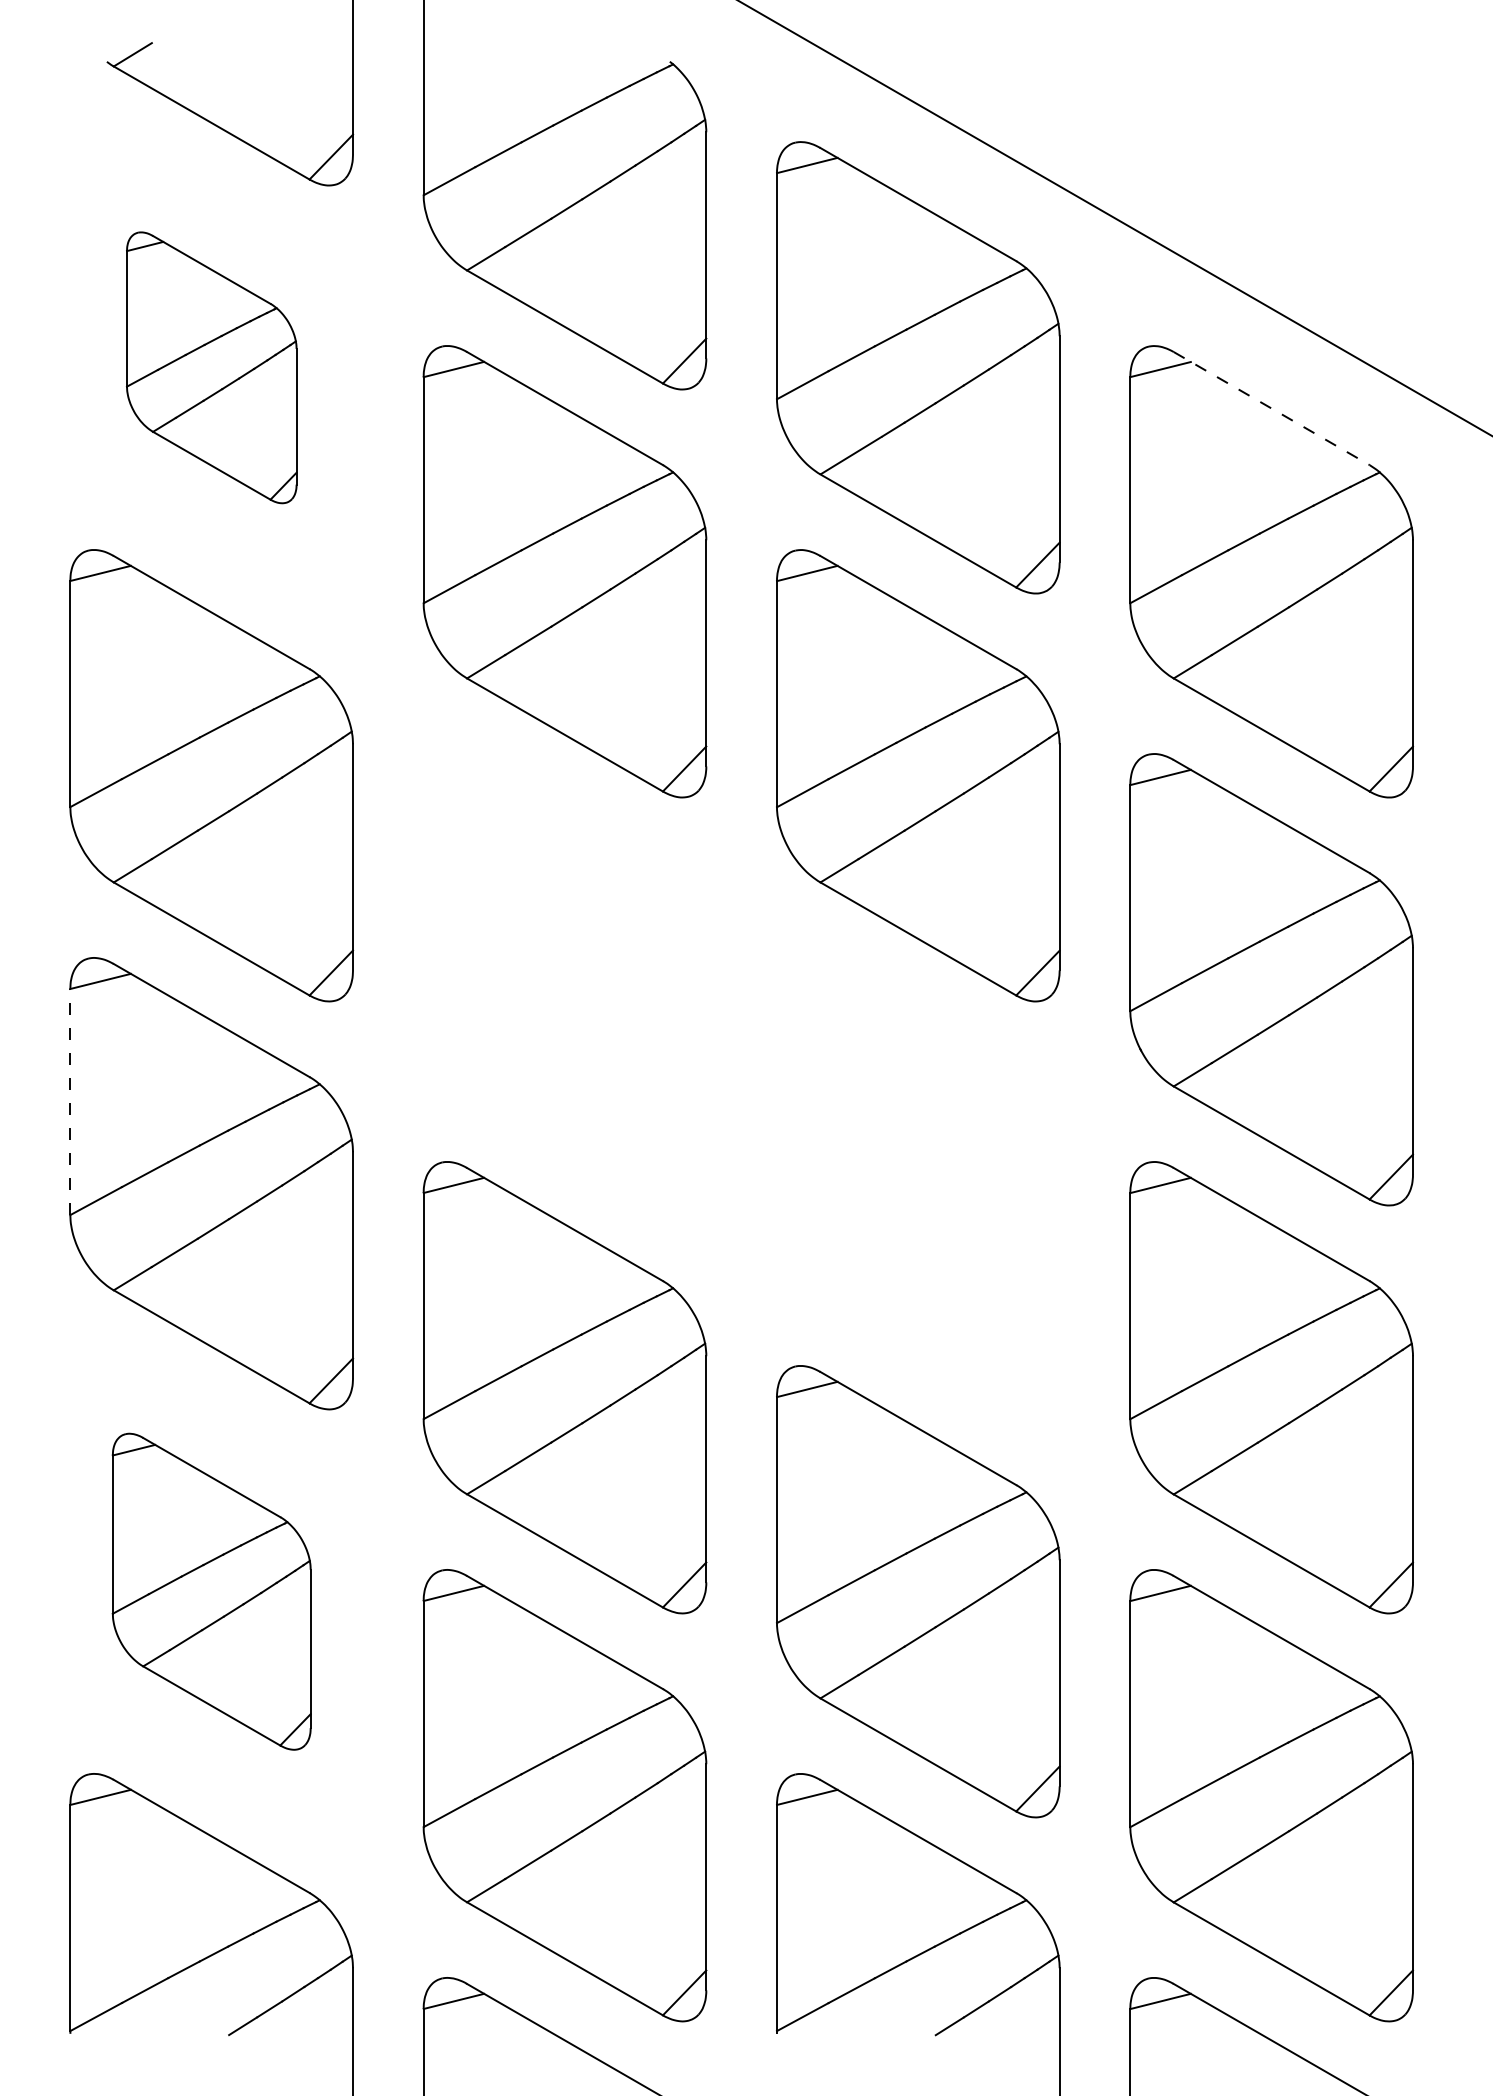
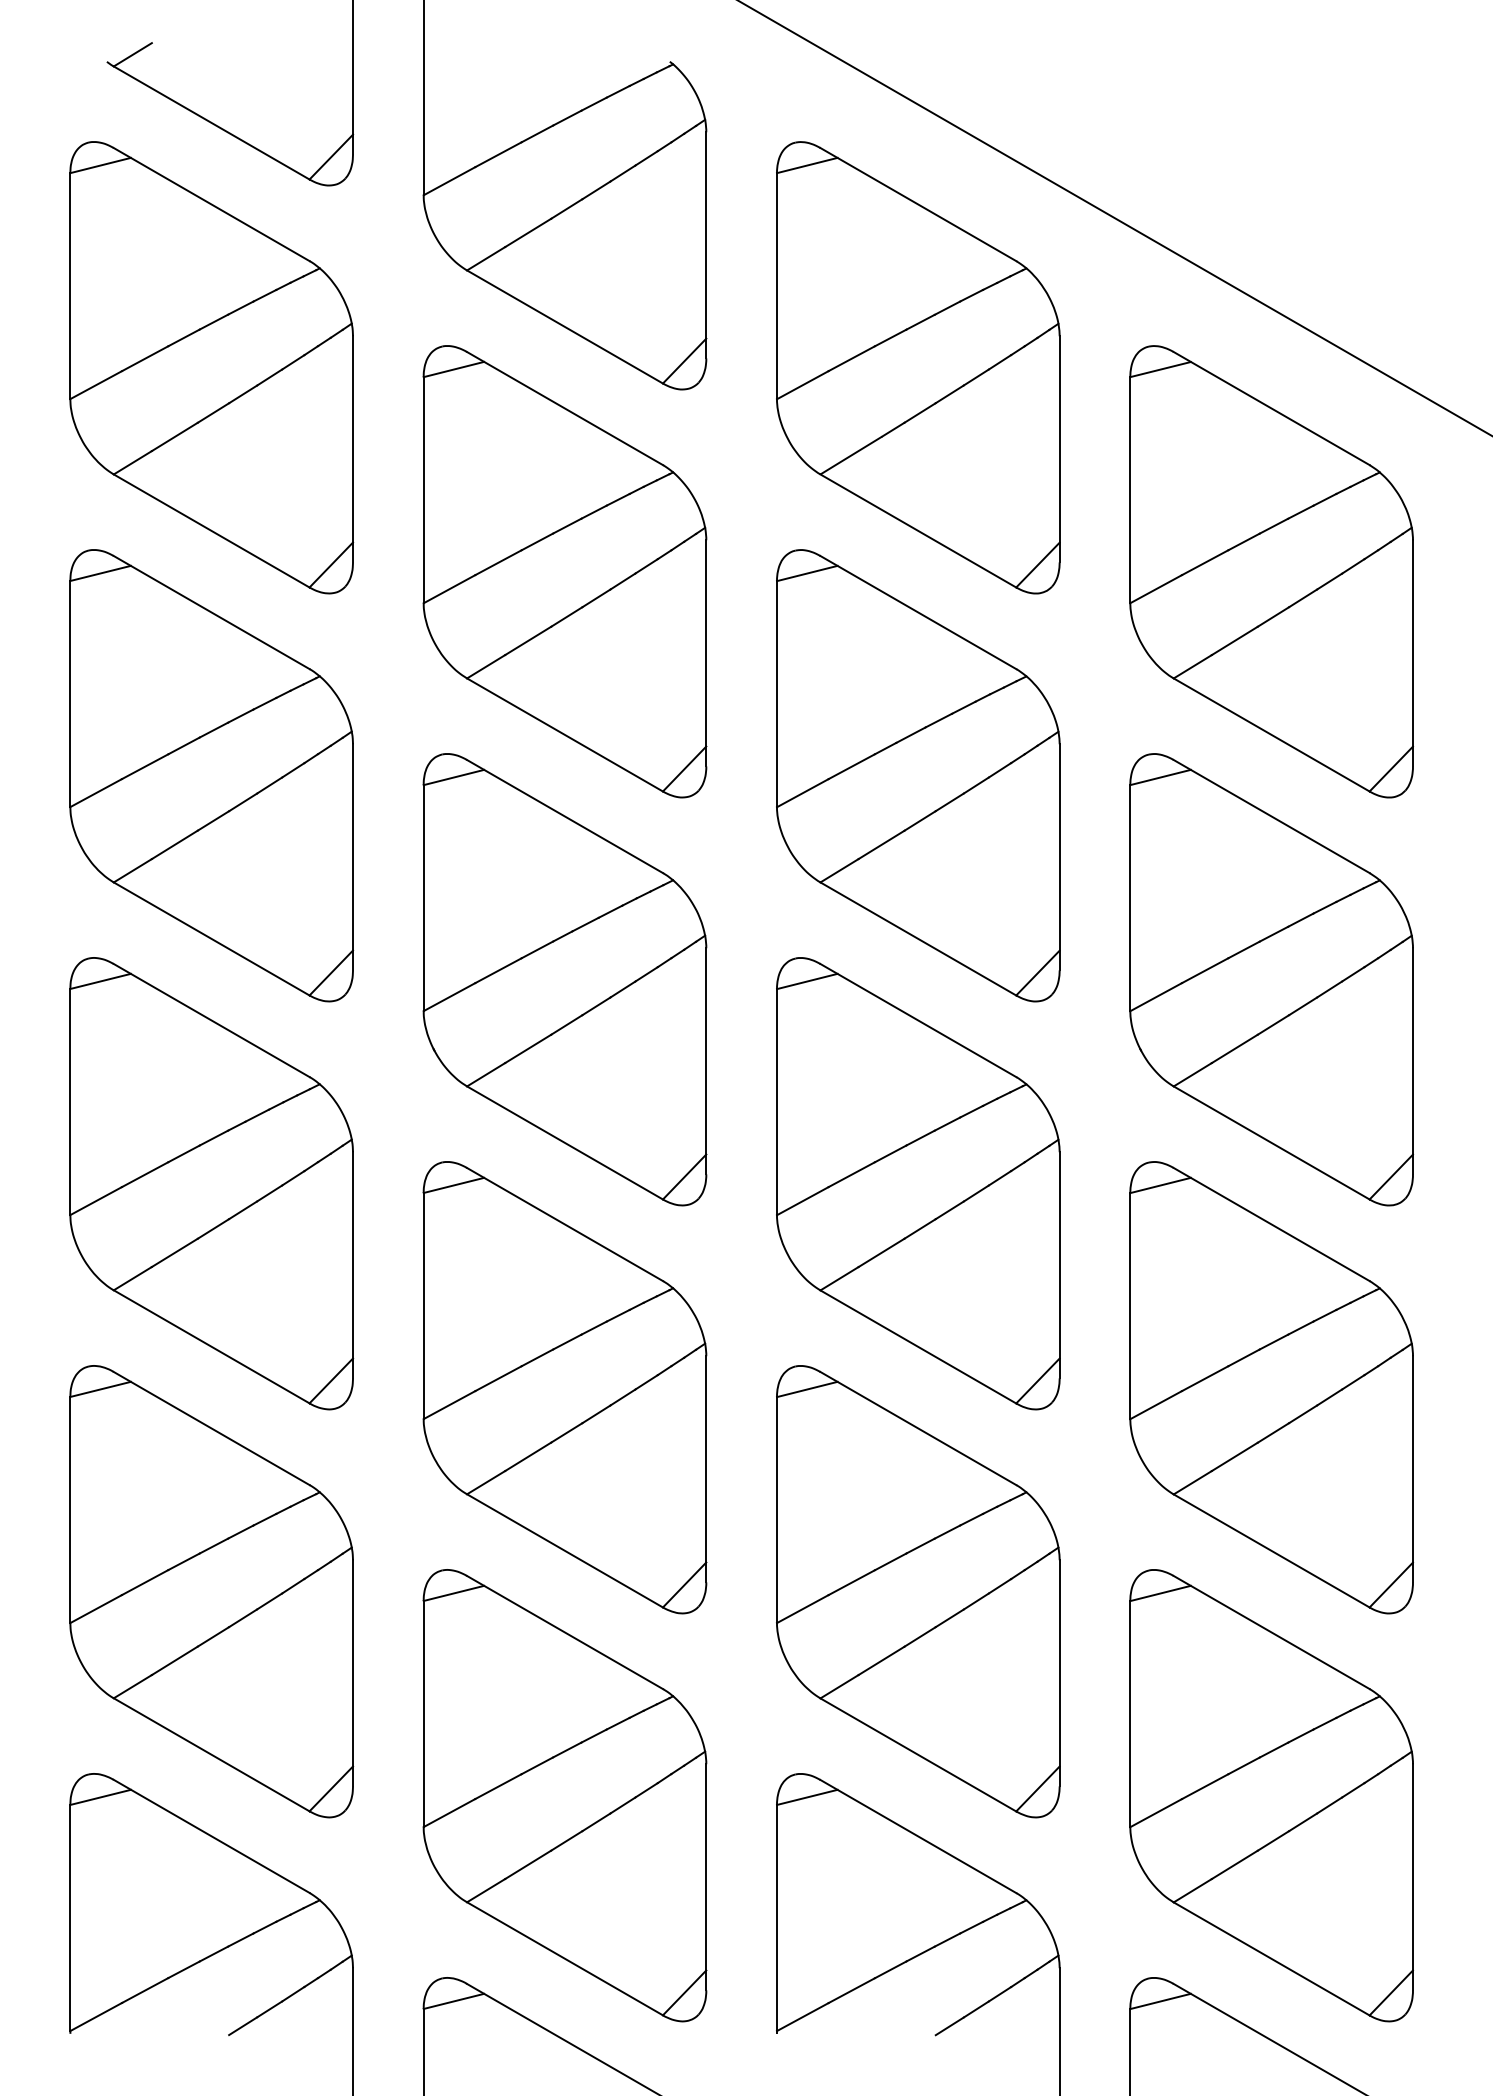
part at (211, 367) size: 172x274 px -> 286x454 px
line at (1272, 408): dashed -> solid
part at (564, 979): none -> present
line at (70, 1101): dashed -> solid
part at (918, 1183): none -> present
part at (211, 1591) size: 201x319 px -> 286x454 px
